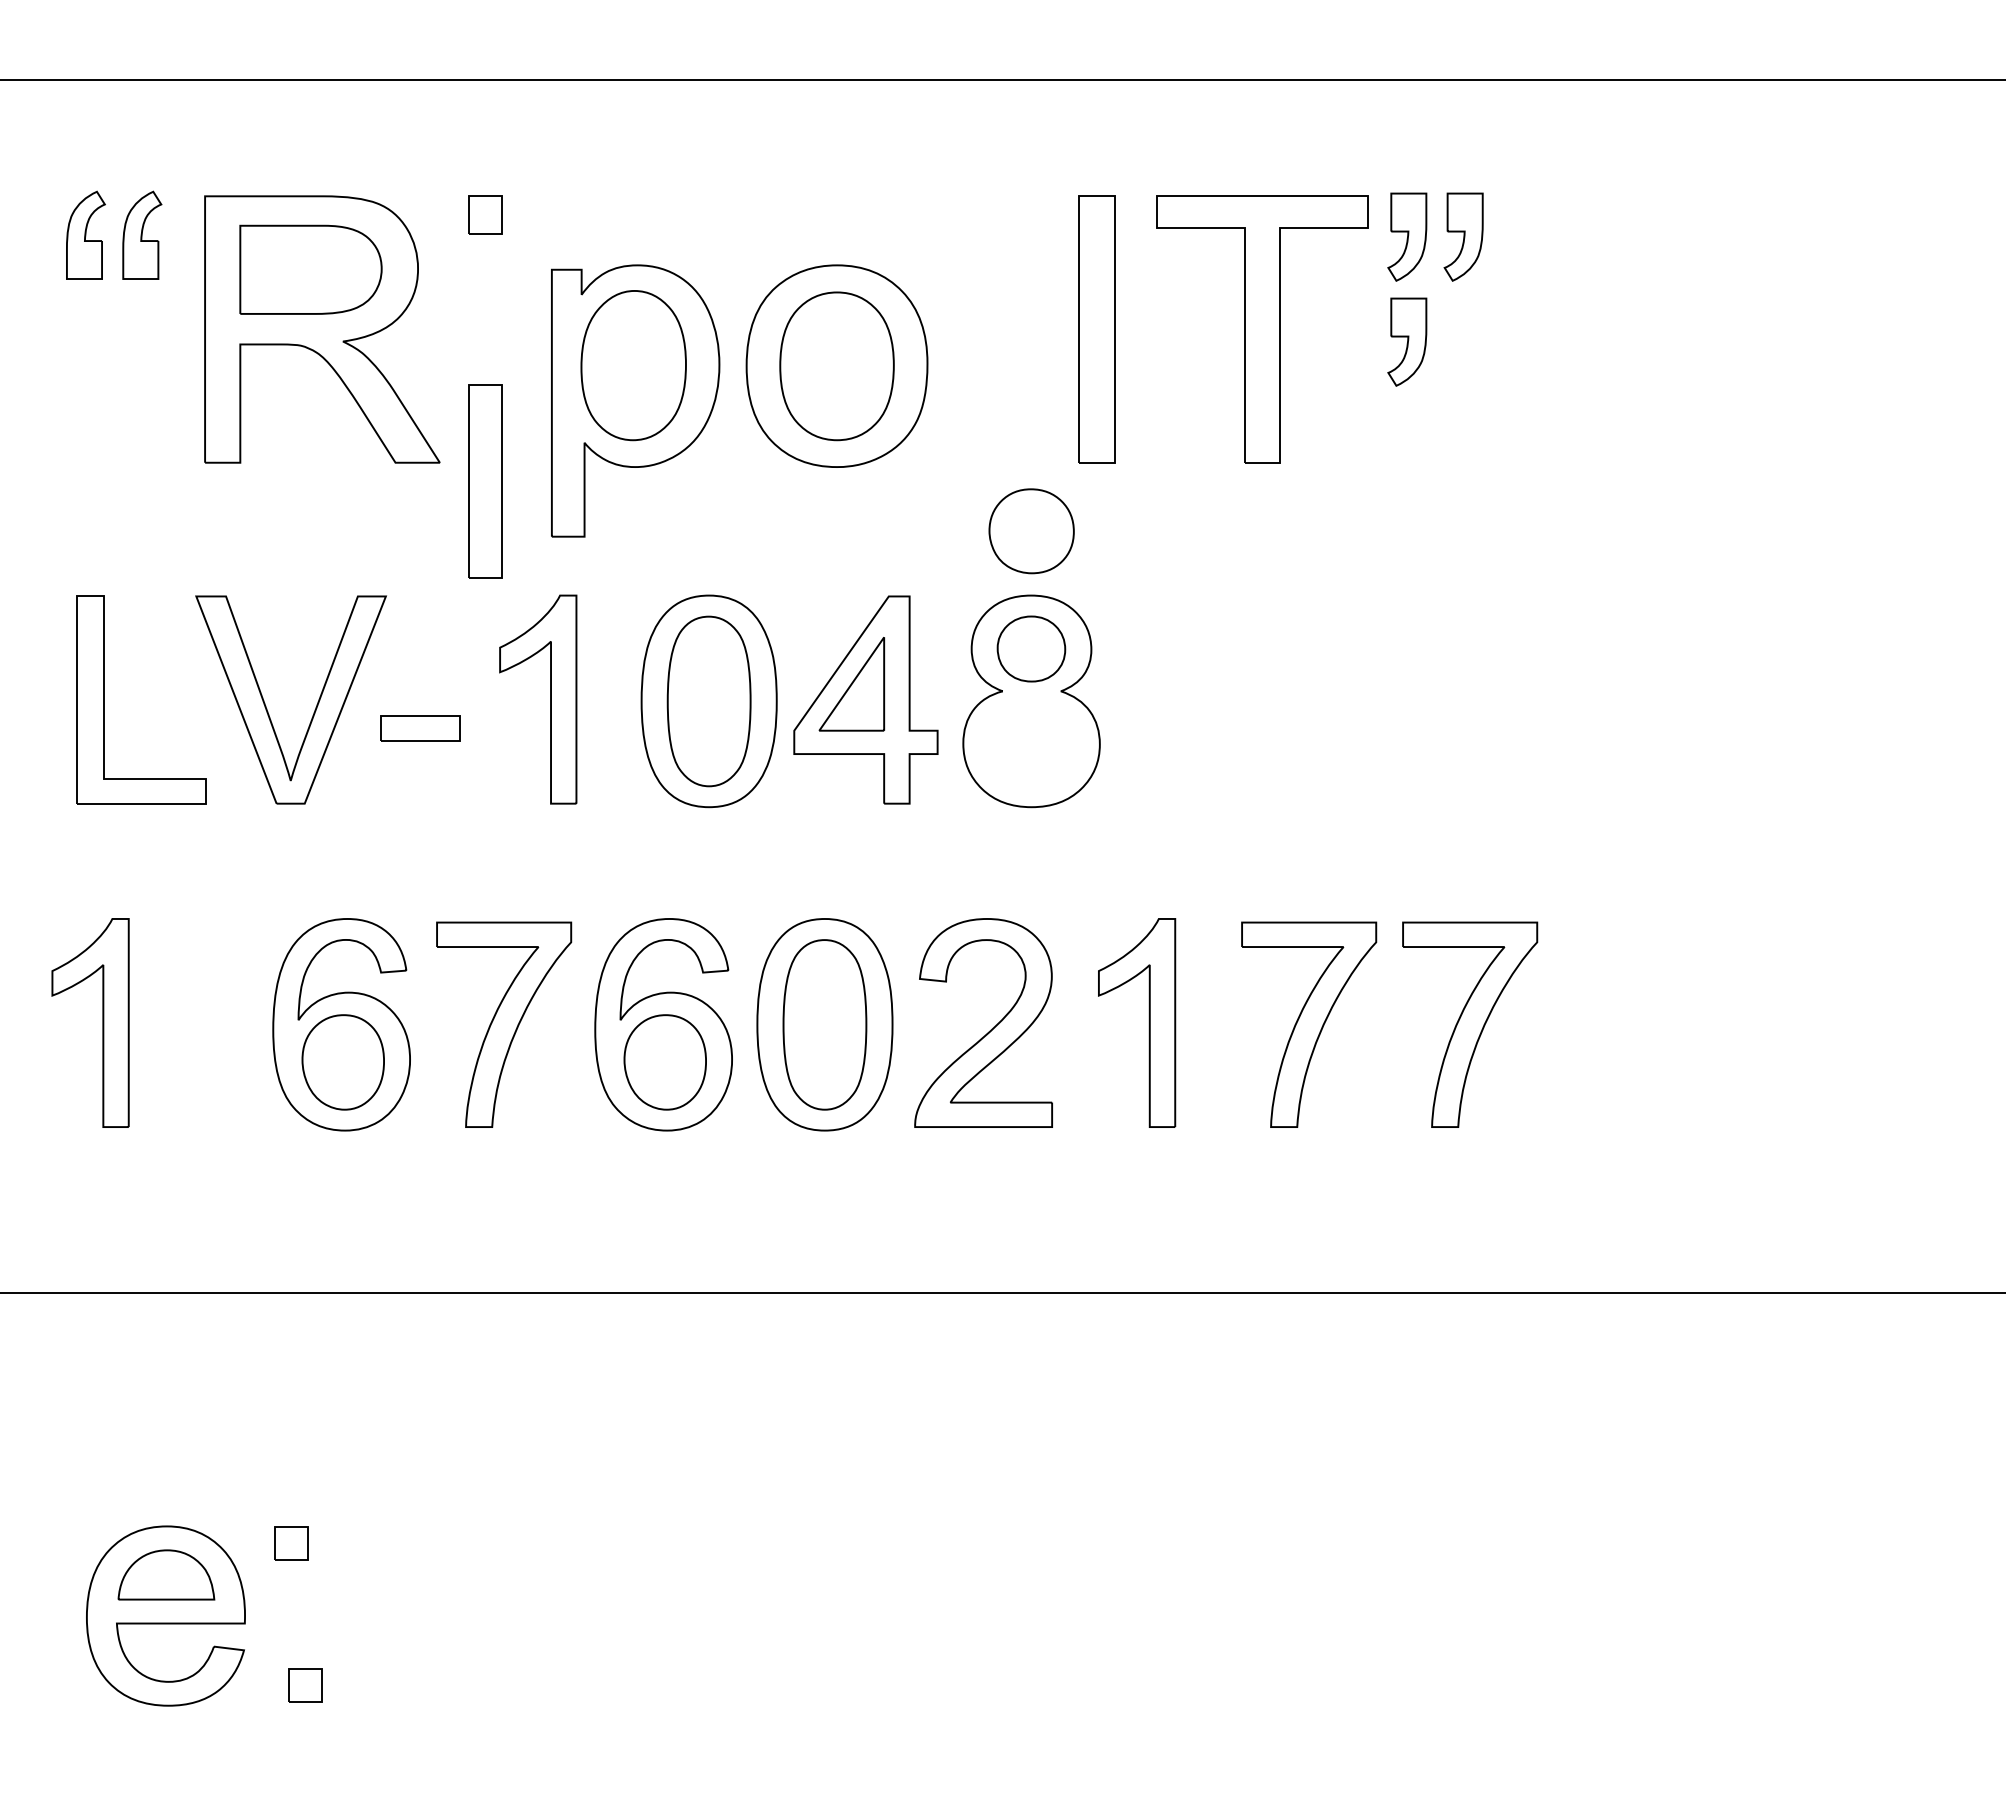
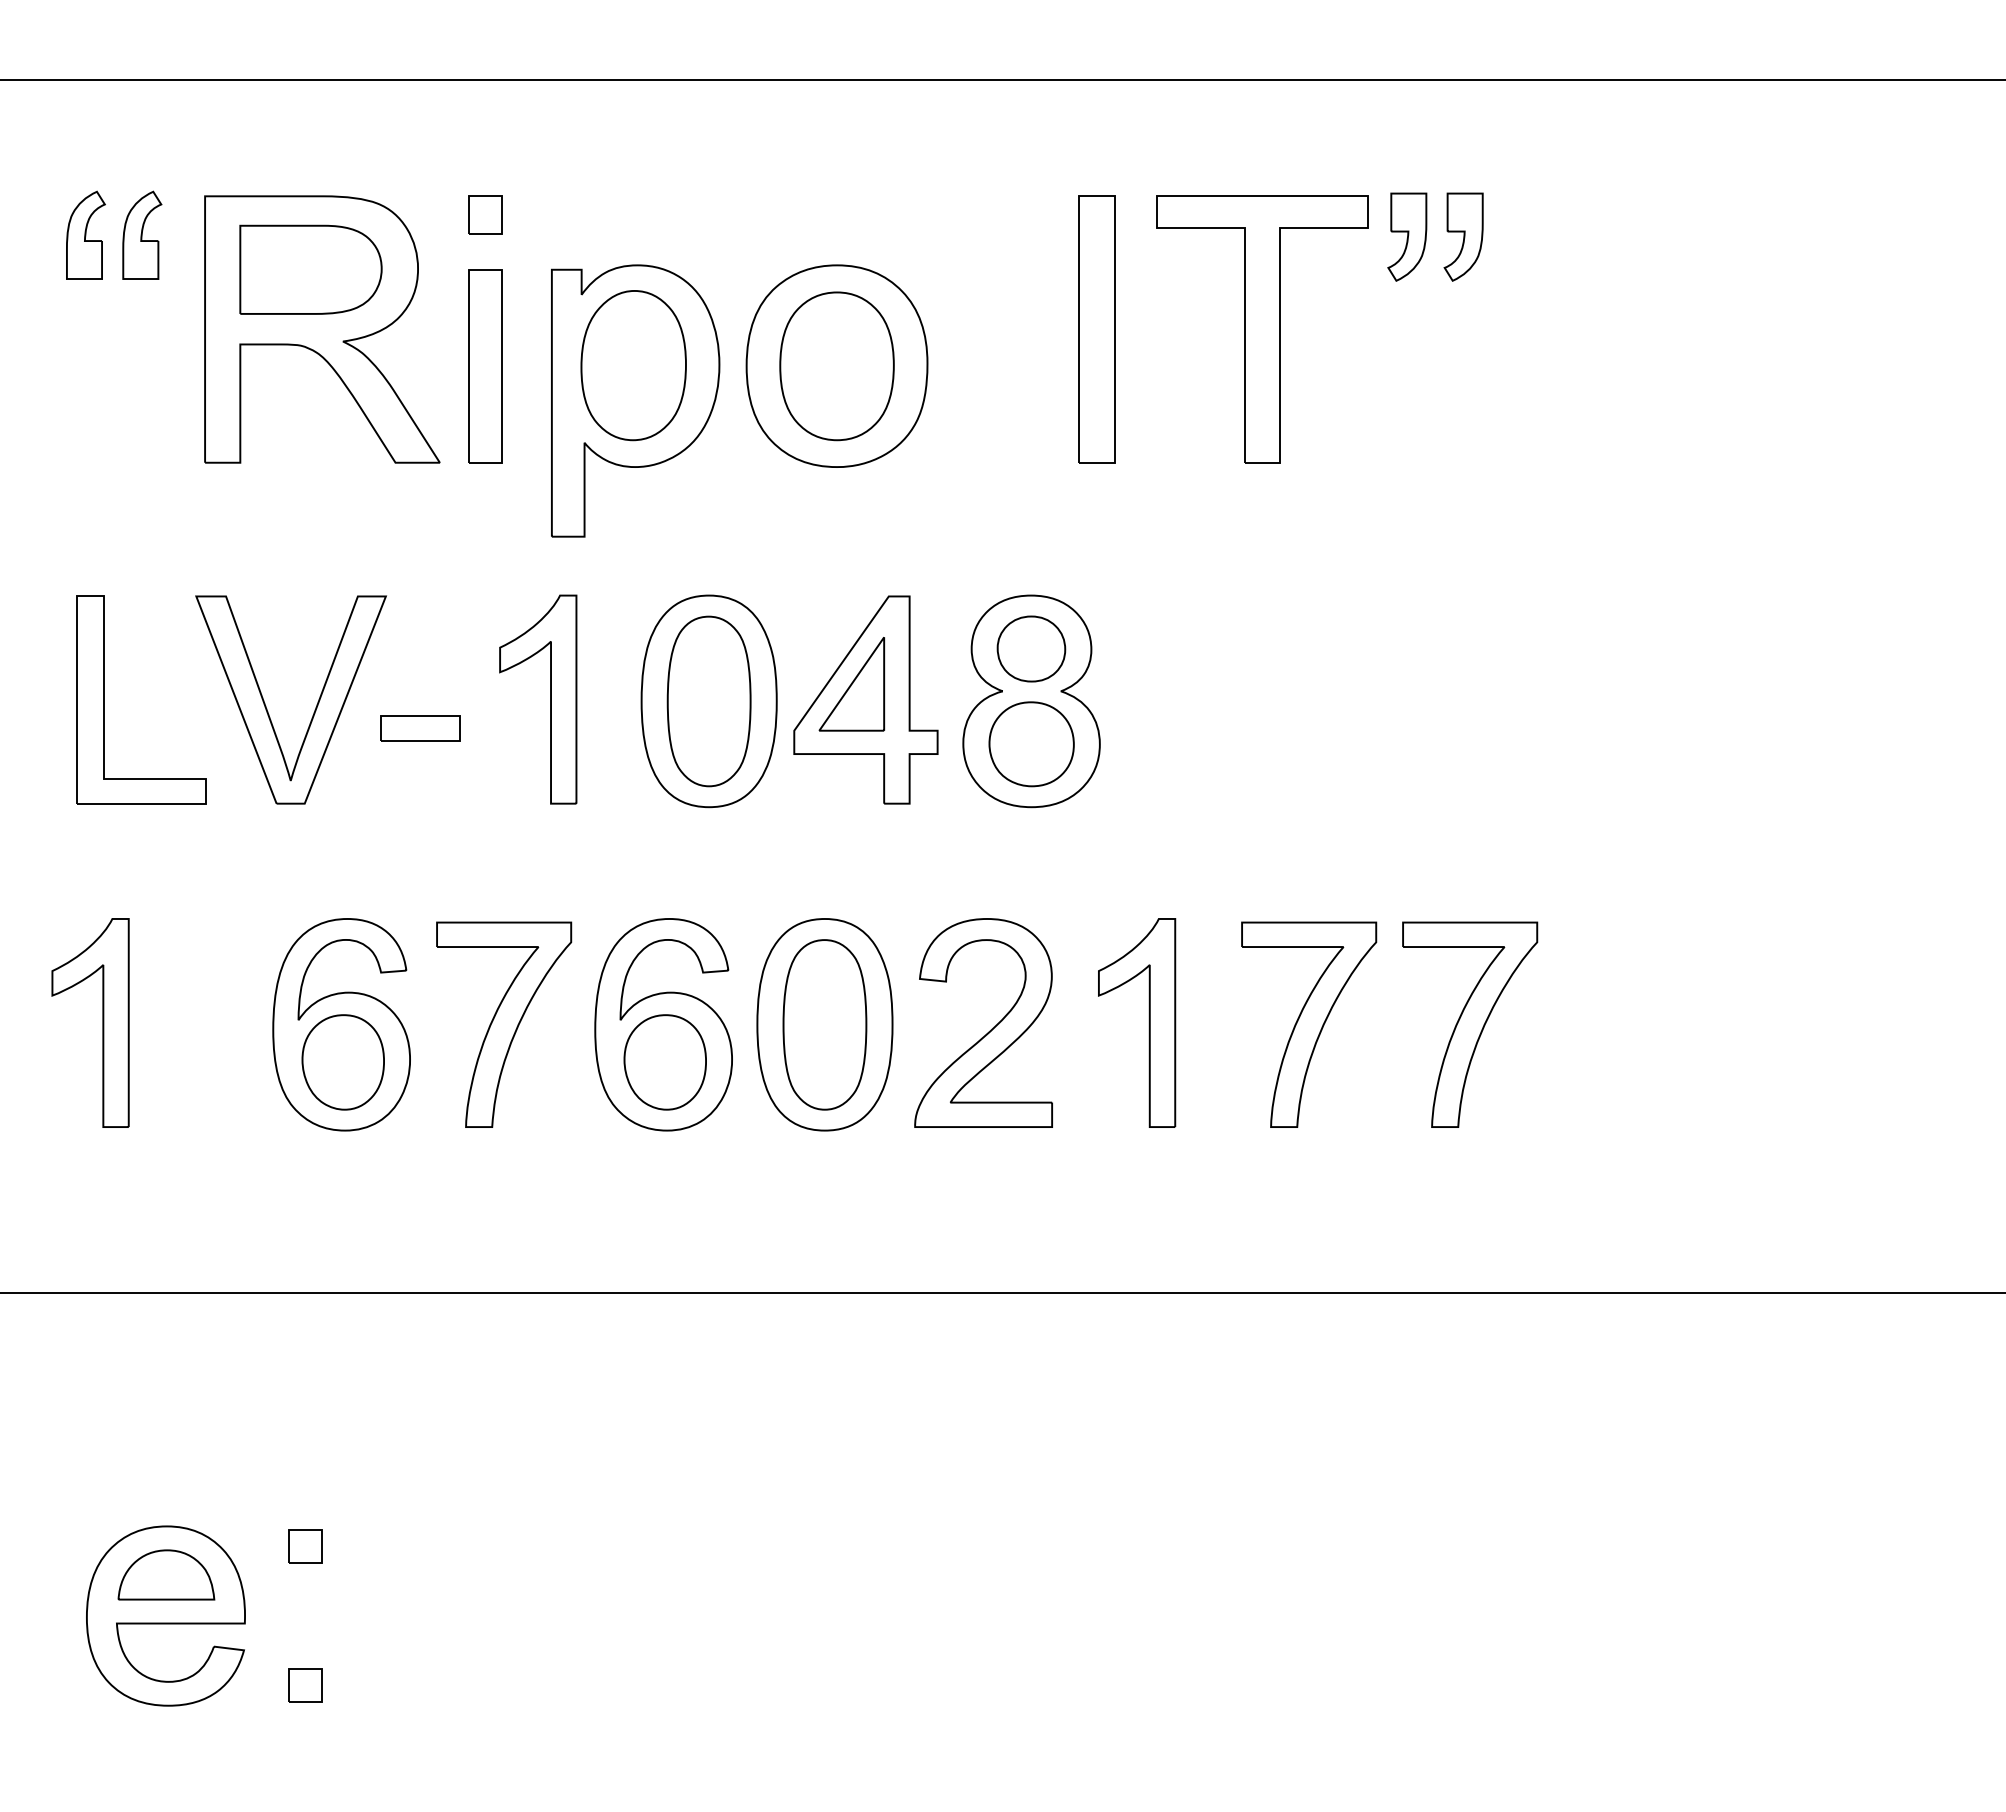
part at (1407, 341): present -> none
part at (485, 481) position: (485, 481) -> (485, 366)
part at (1031, 531) position: (1031, 531) -> (1031, 744)
part at (291, 1543) position: (291, 1543) -> (305, 1546)
